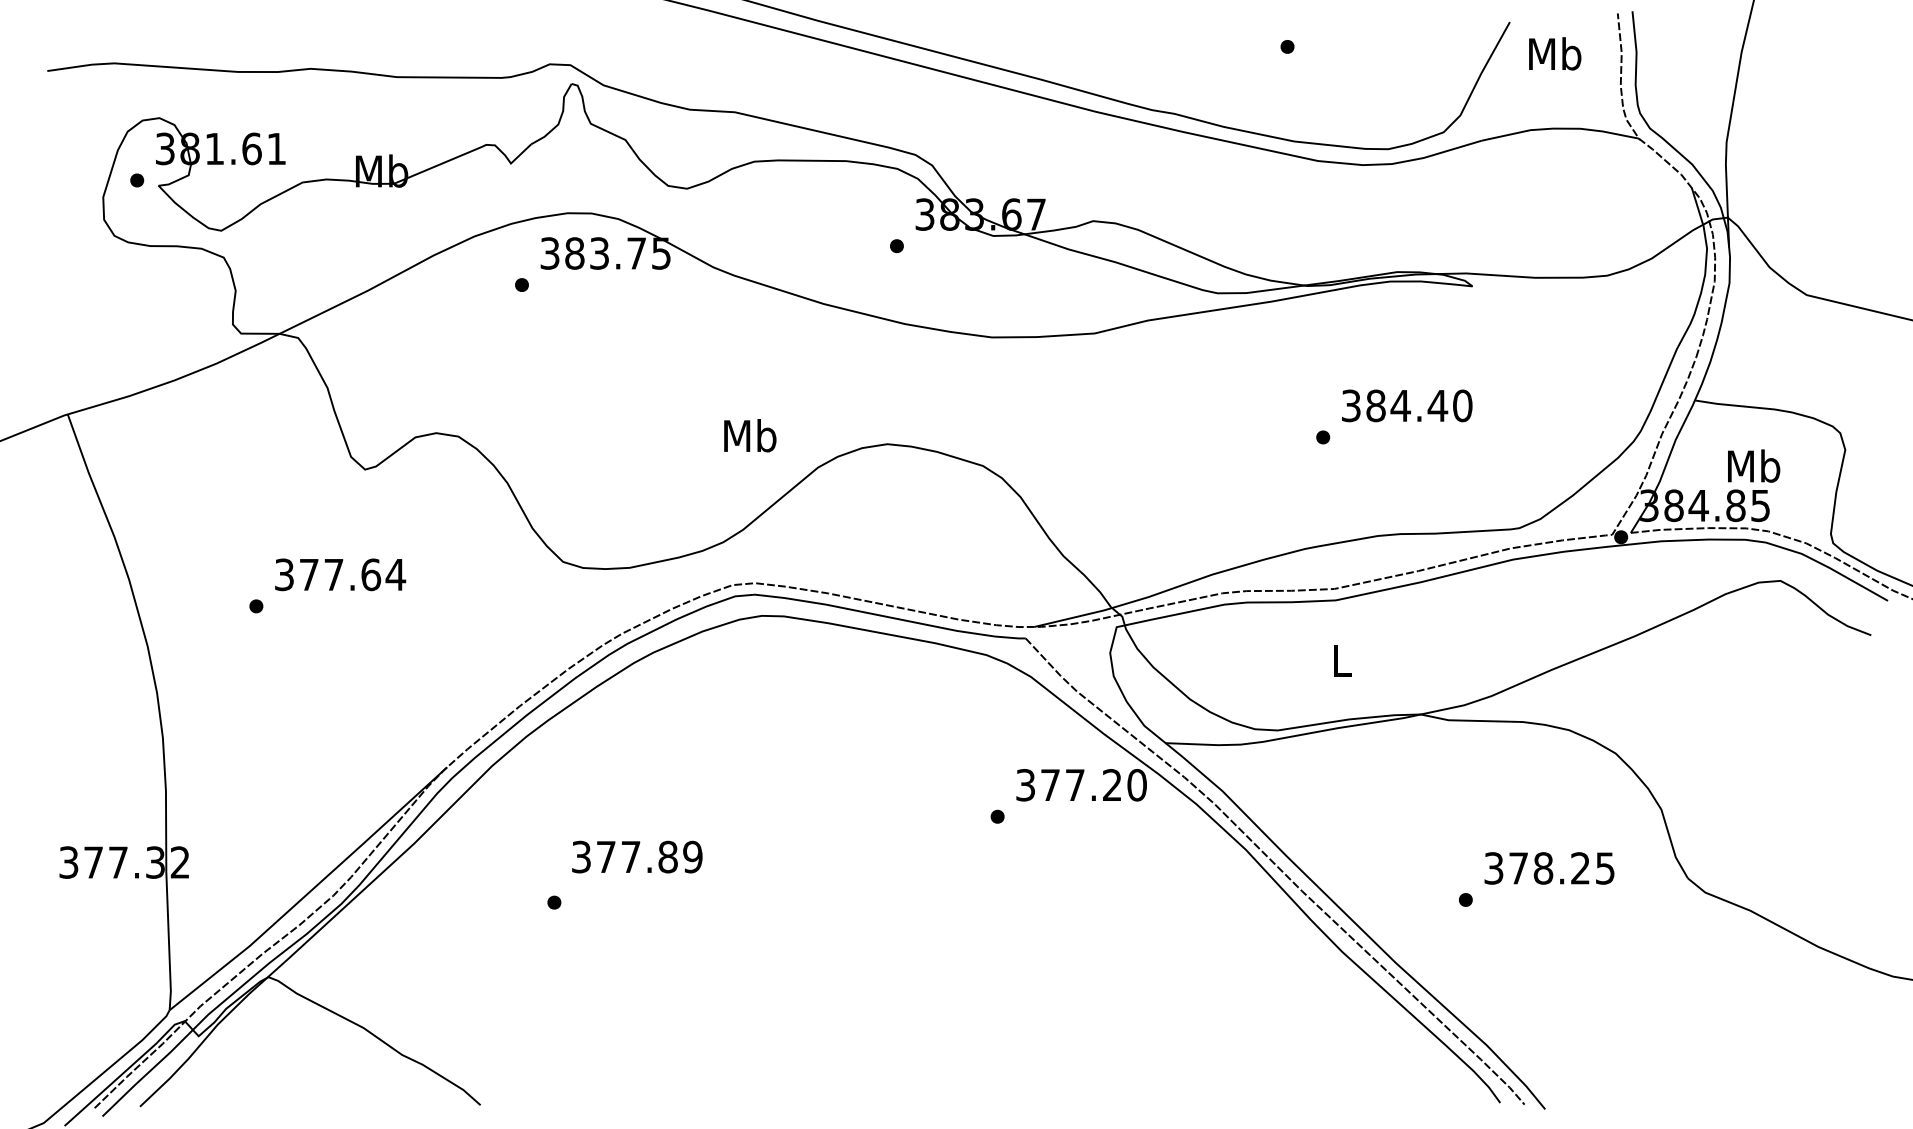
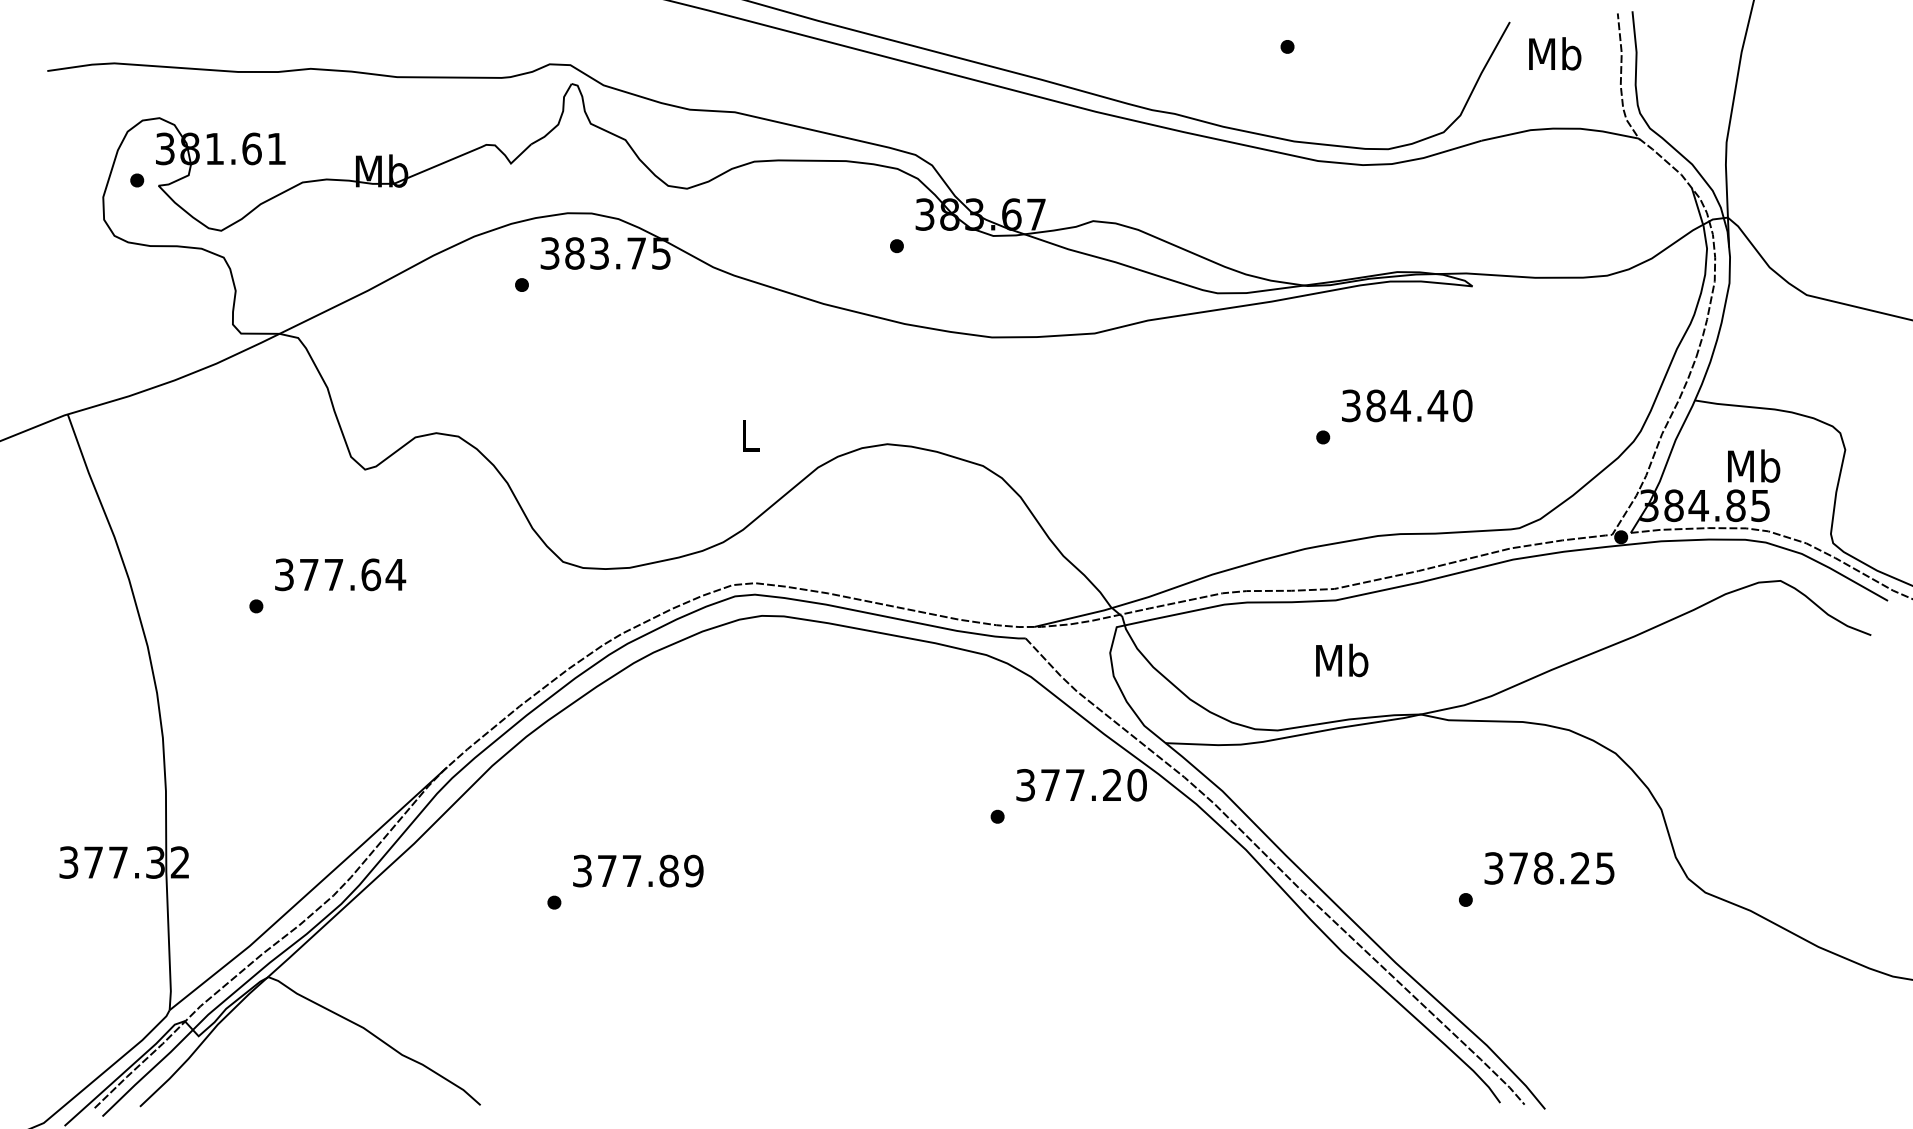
text at (750, 435): Mb -> L
text at (1342, 660): L -> Mb
text at (637, 856) position: (637, 856) -> (638, 870)
